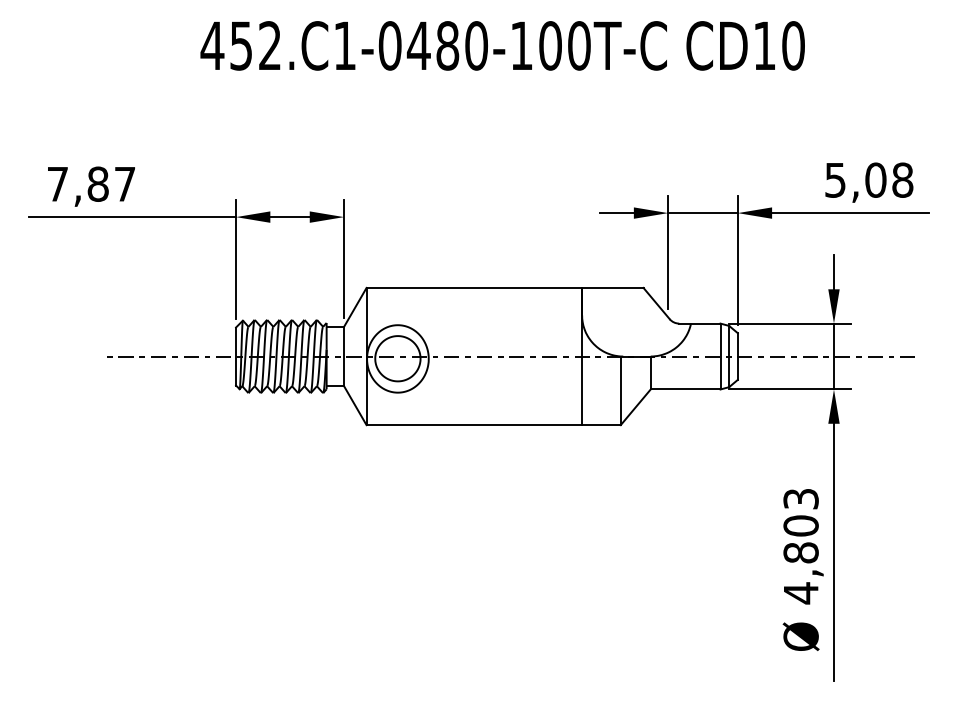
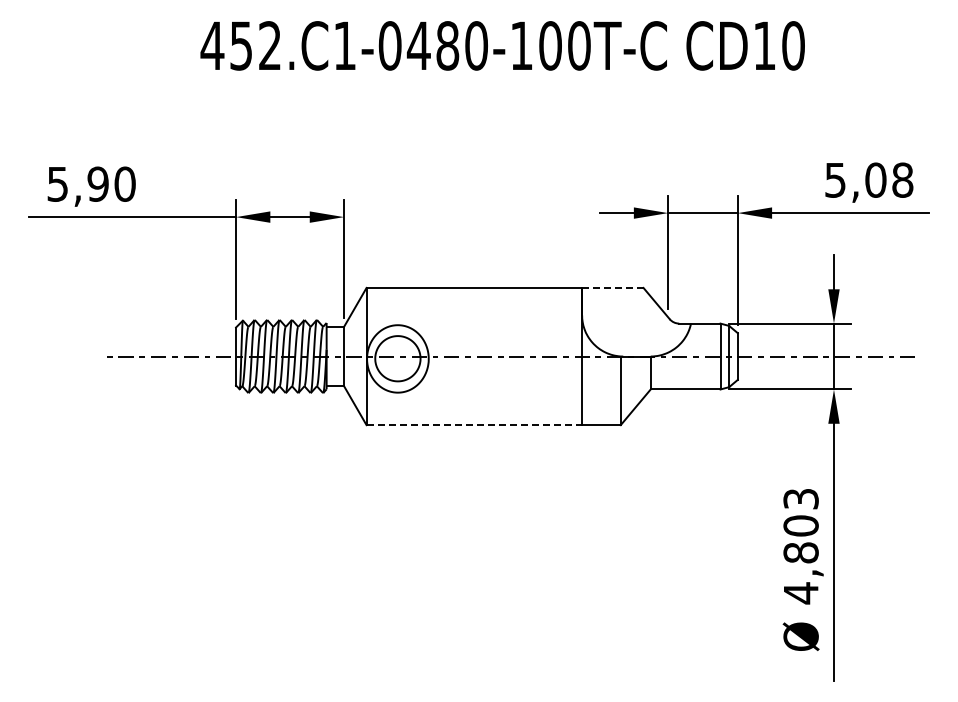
text at (91, 183): 7,87 -> 5,90
line at (612, 287): solid -> dashed
line at (474, 425): solid -> dashed
